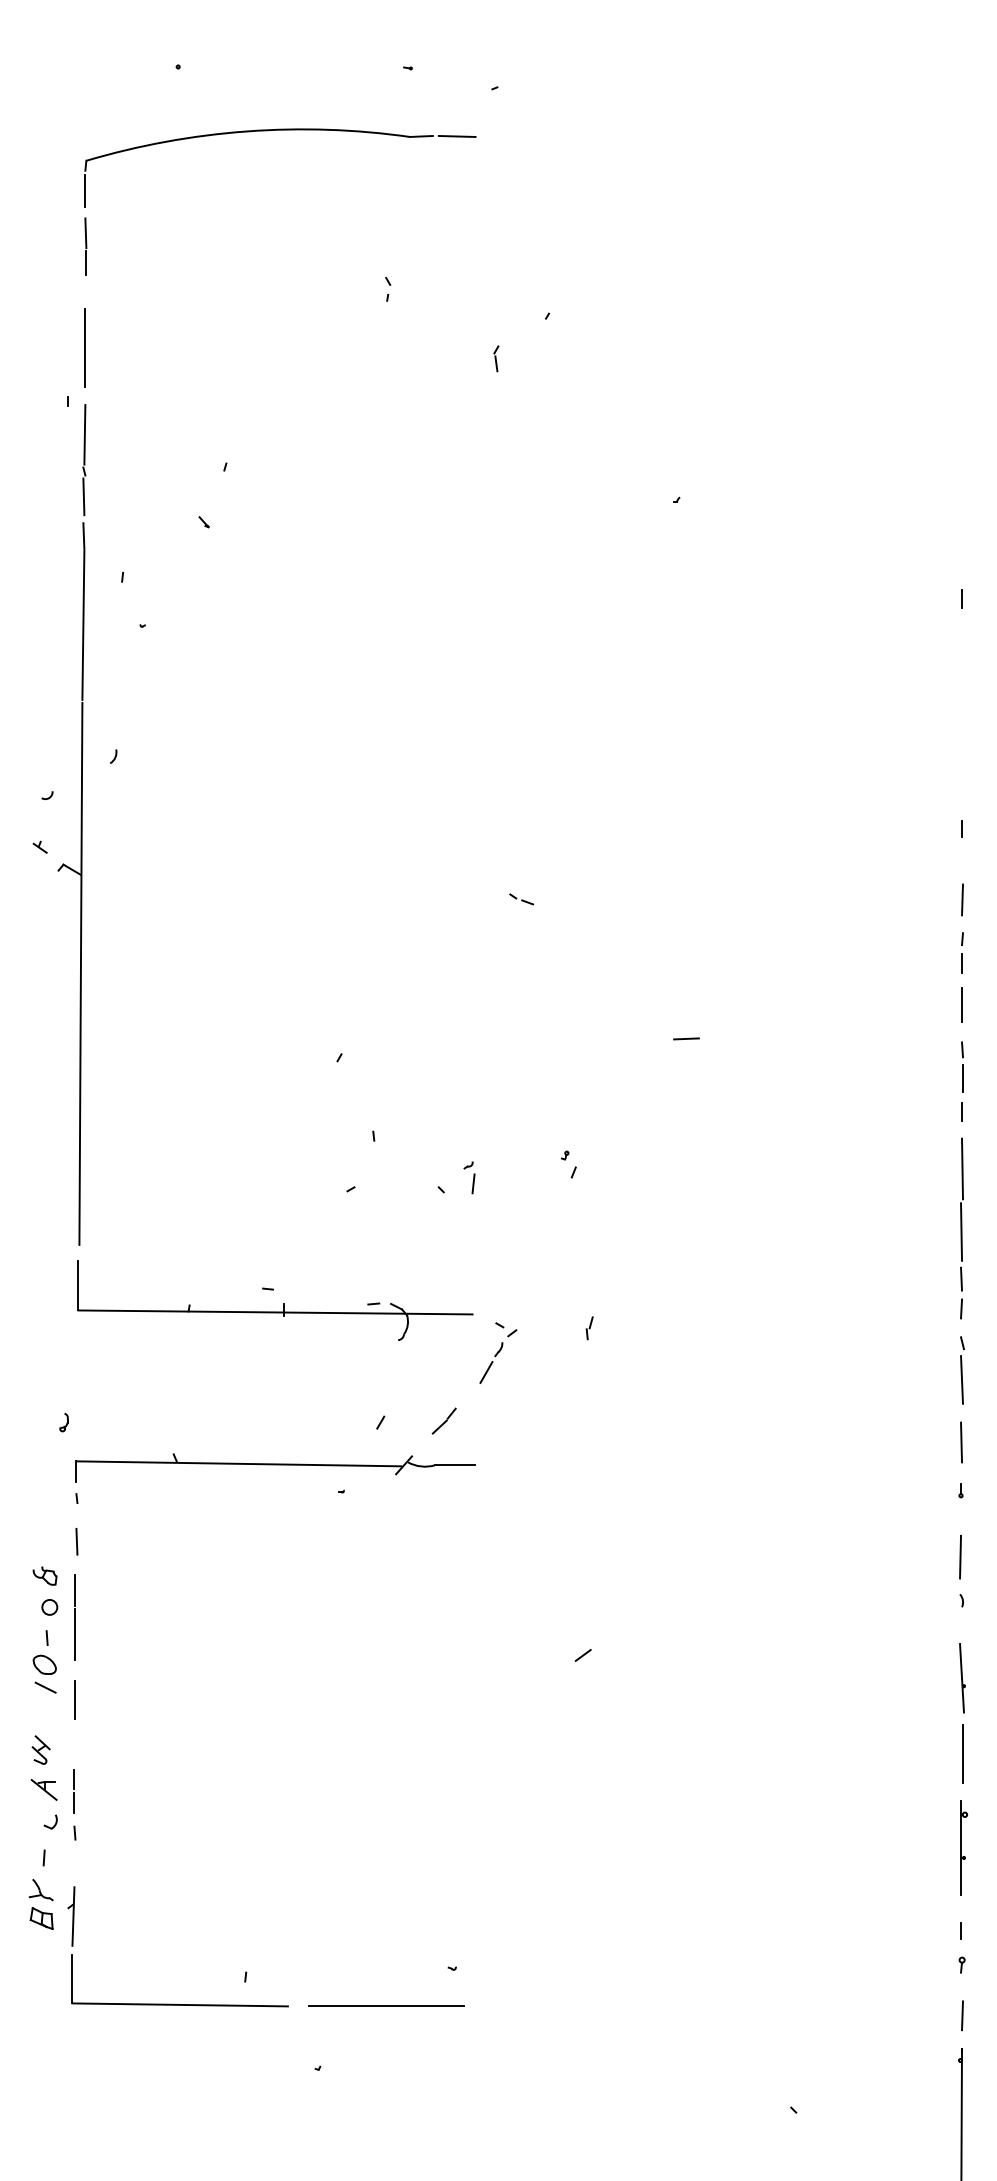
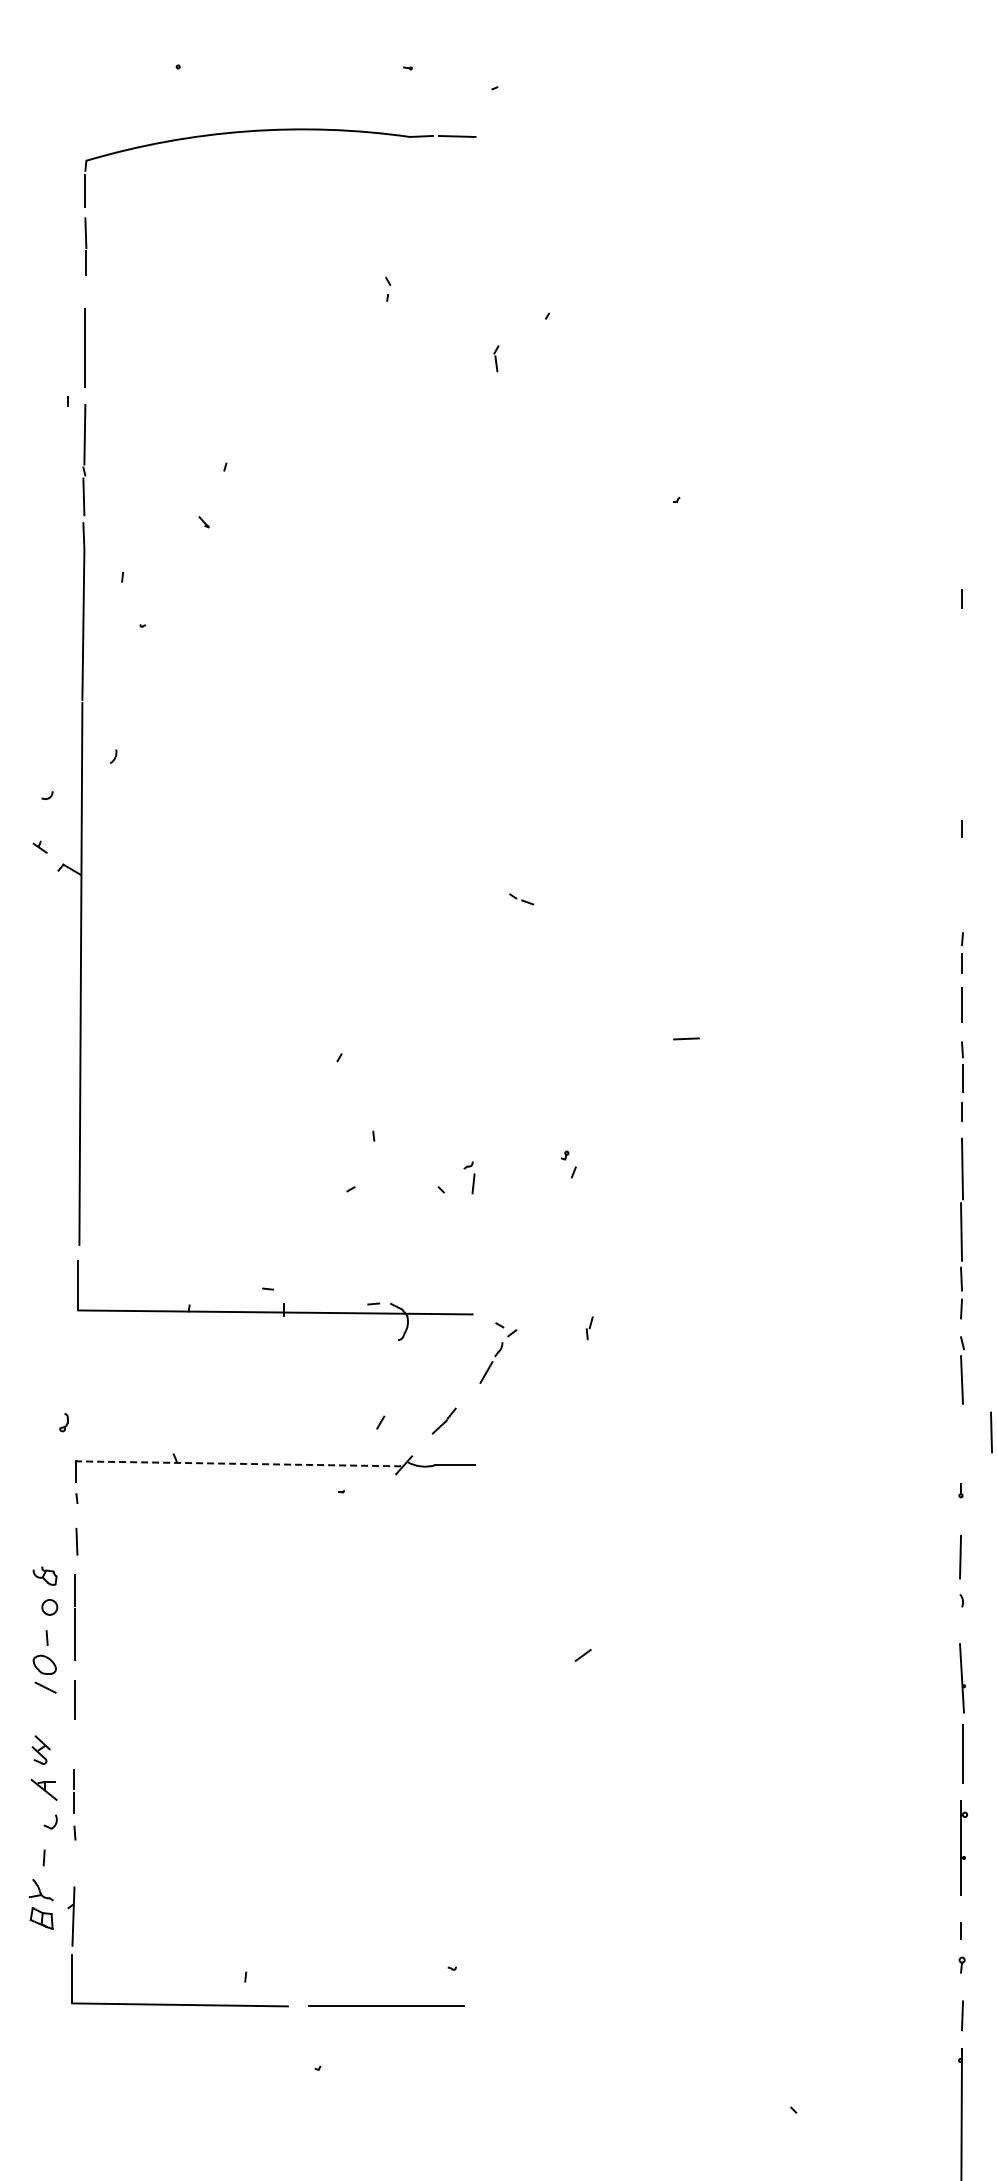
line at (962, 899): present -> none
line at (961, 1442) position: (961, 1442) -> (991, 1432)
line at (238, 1463): solid -> dashed
